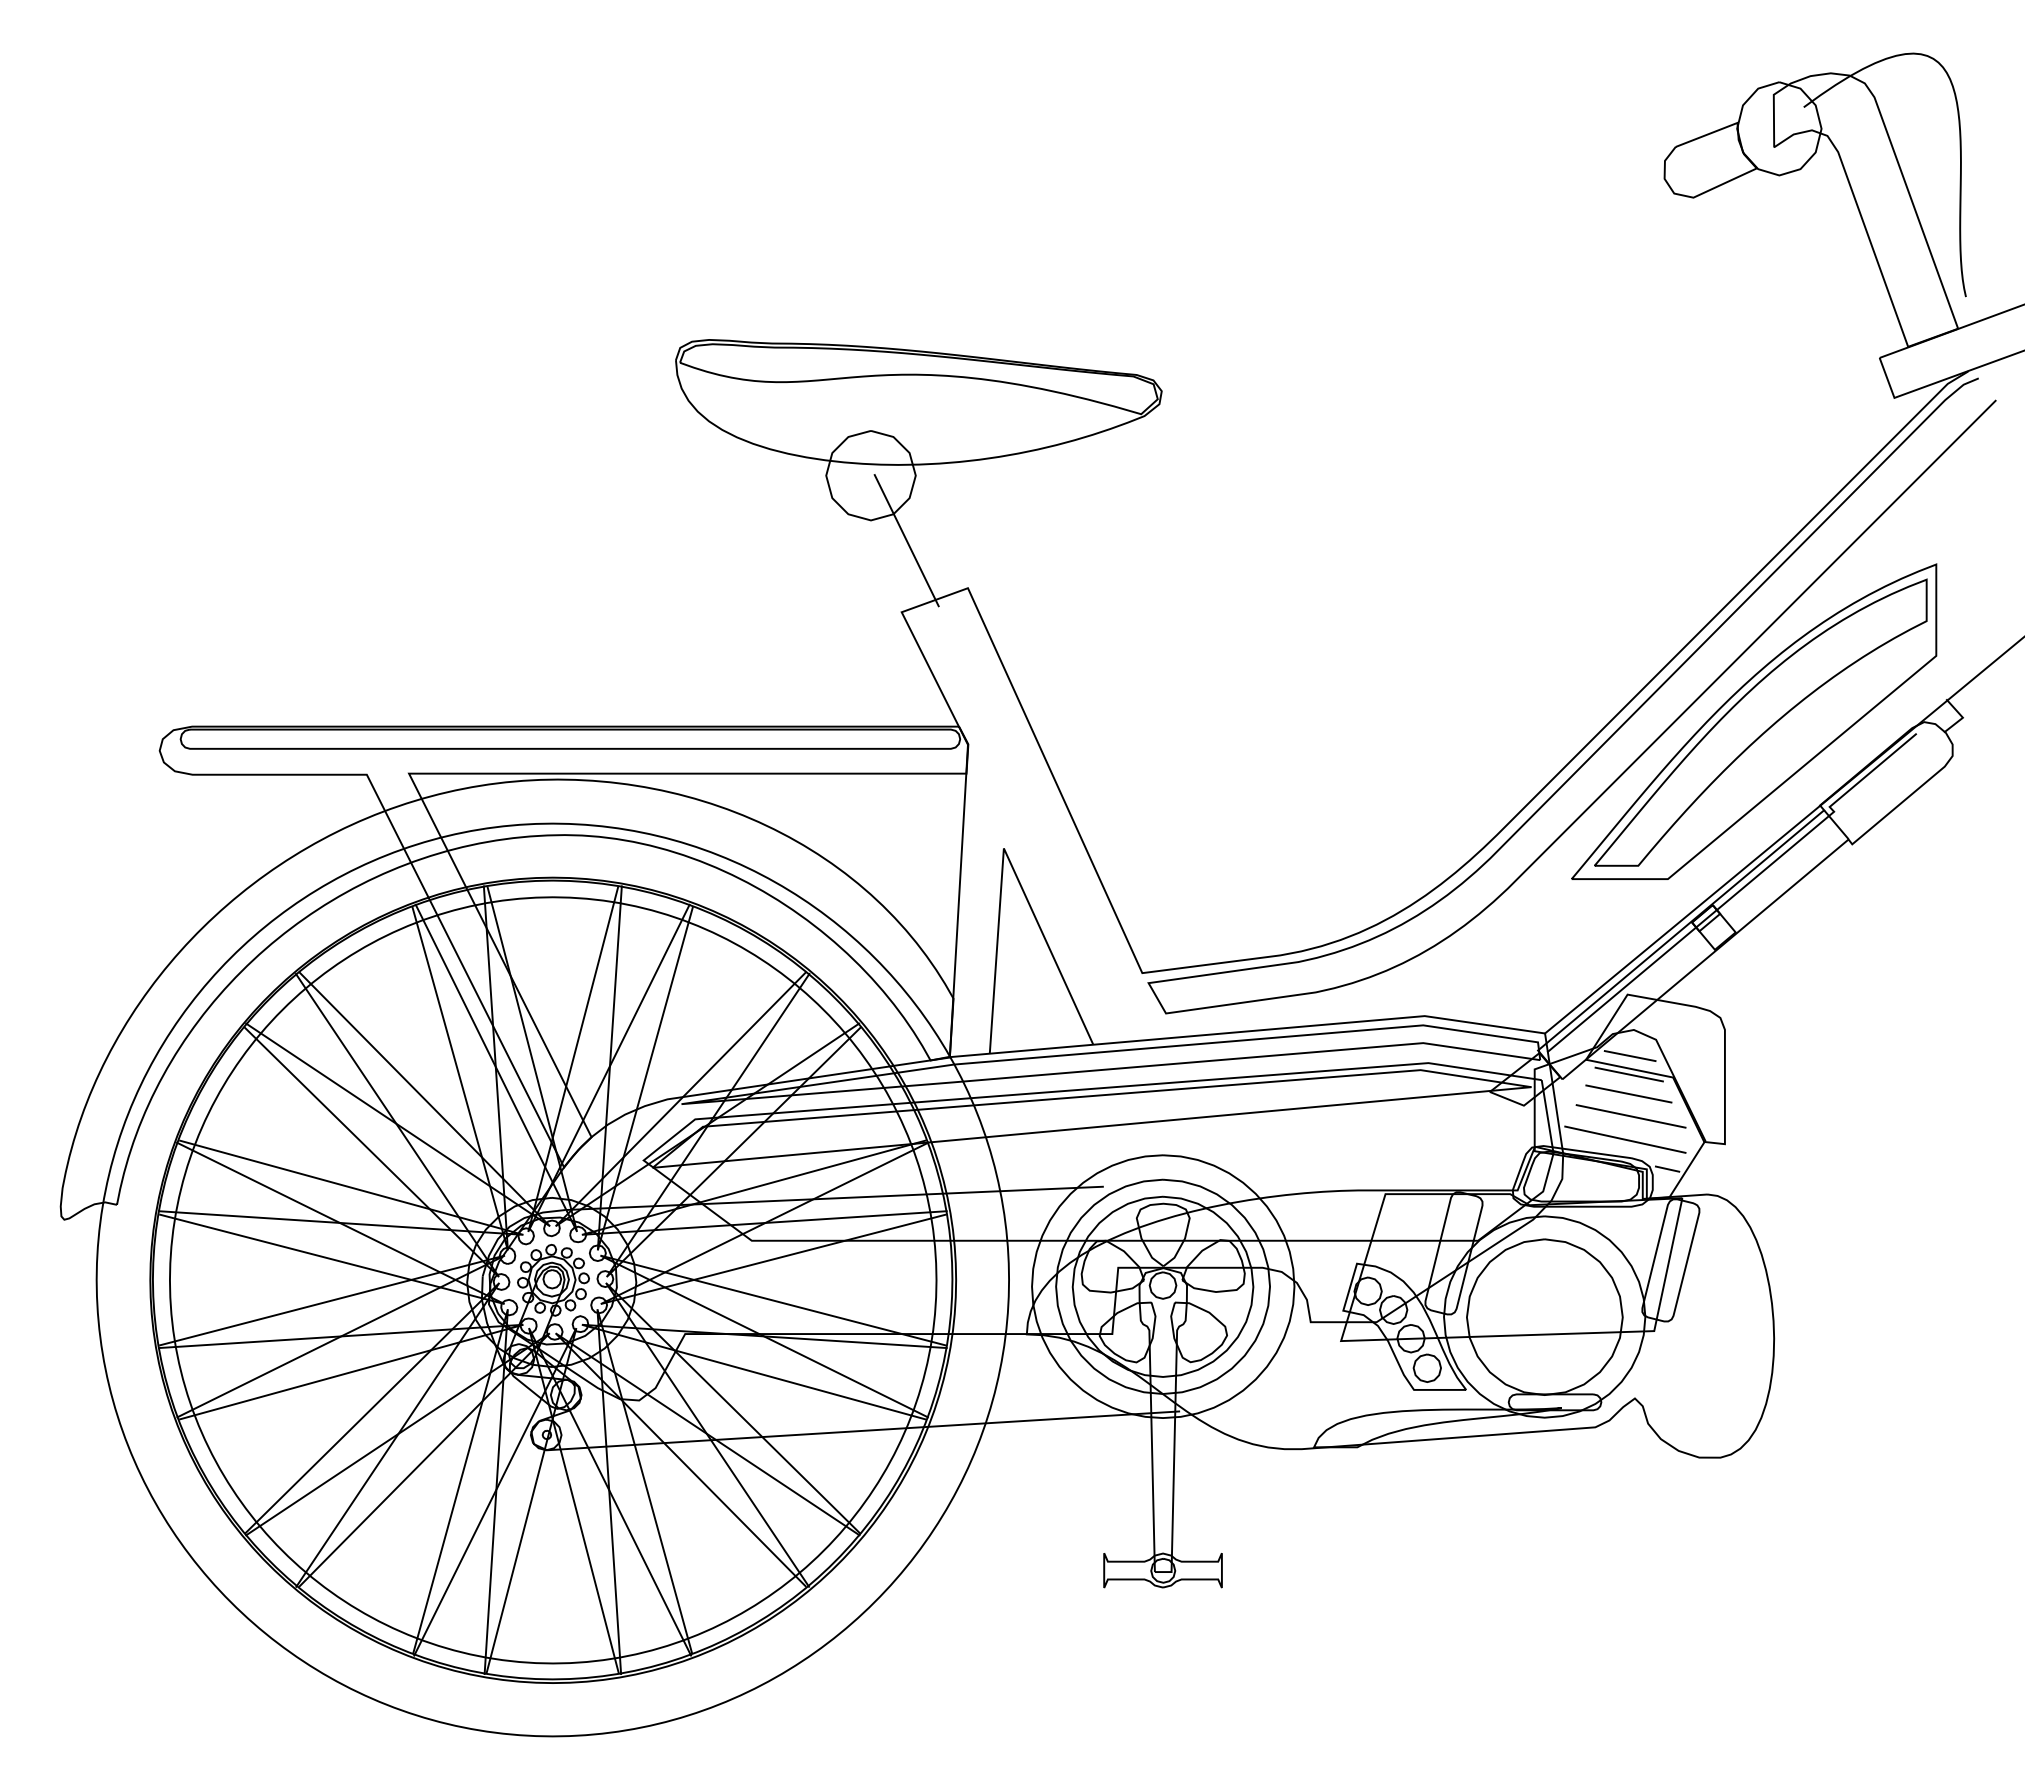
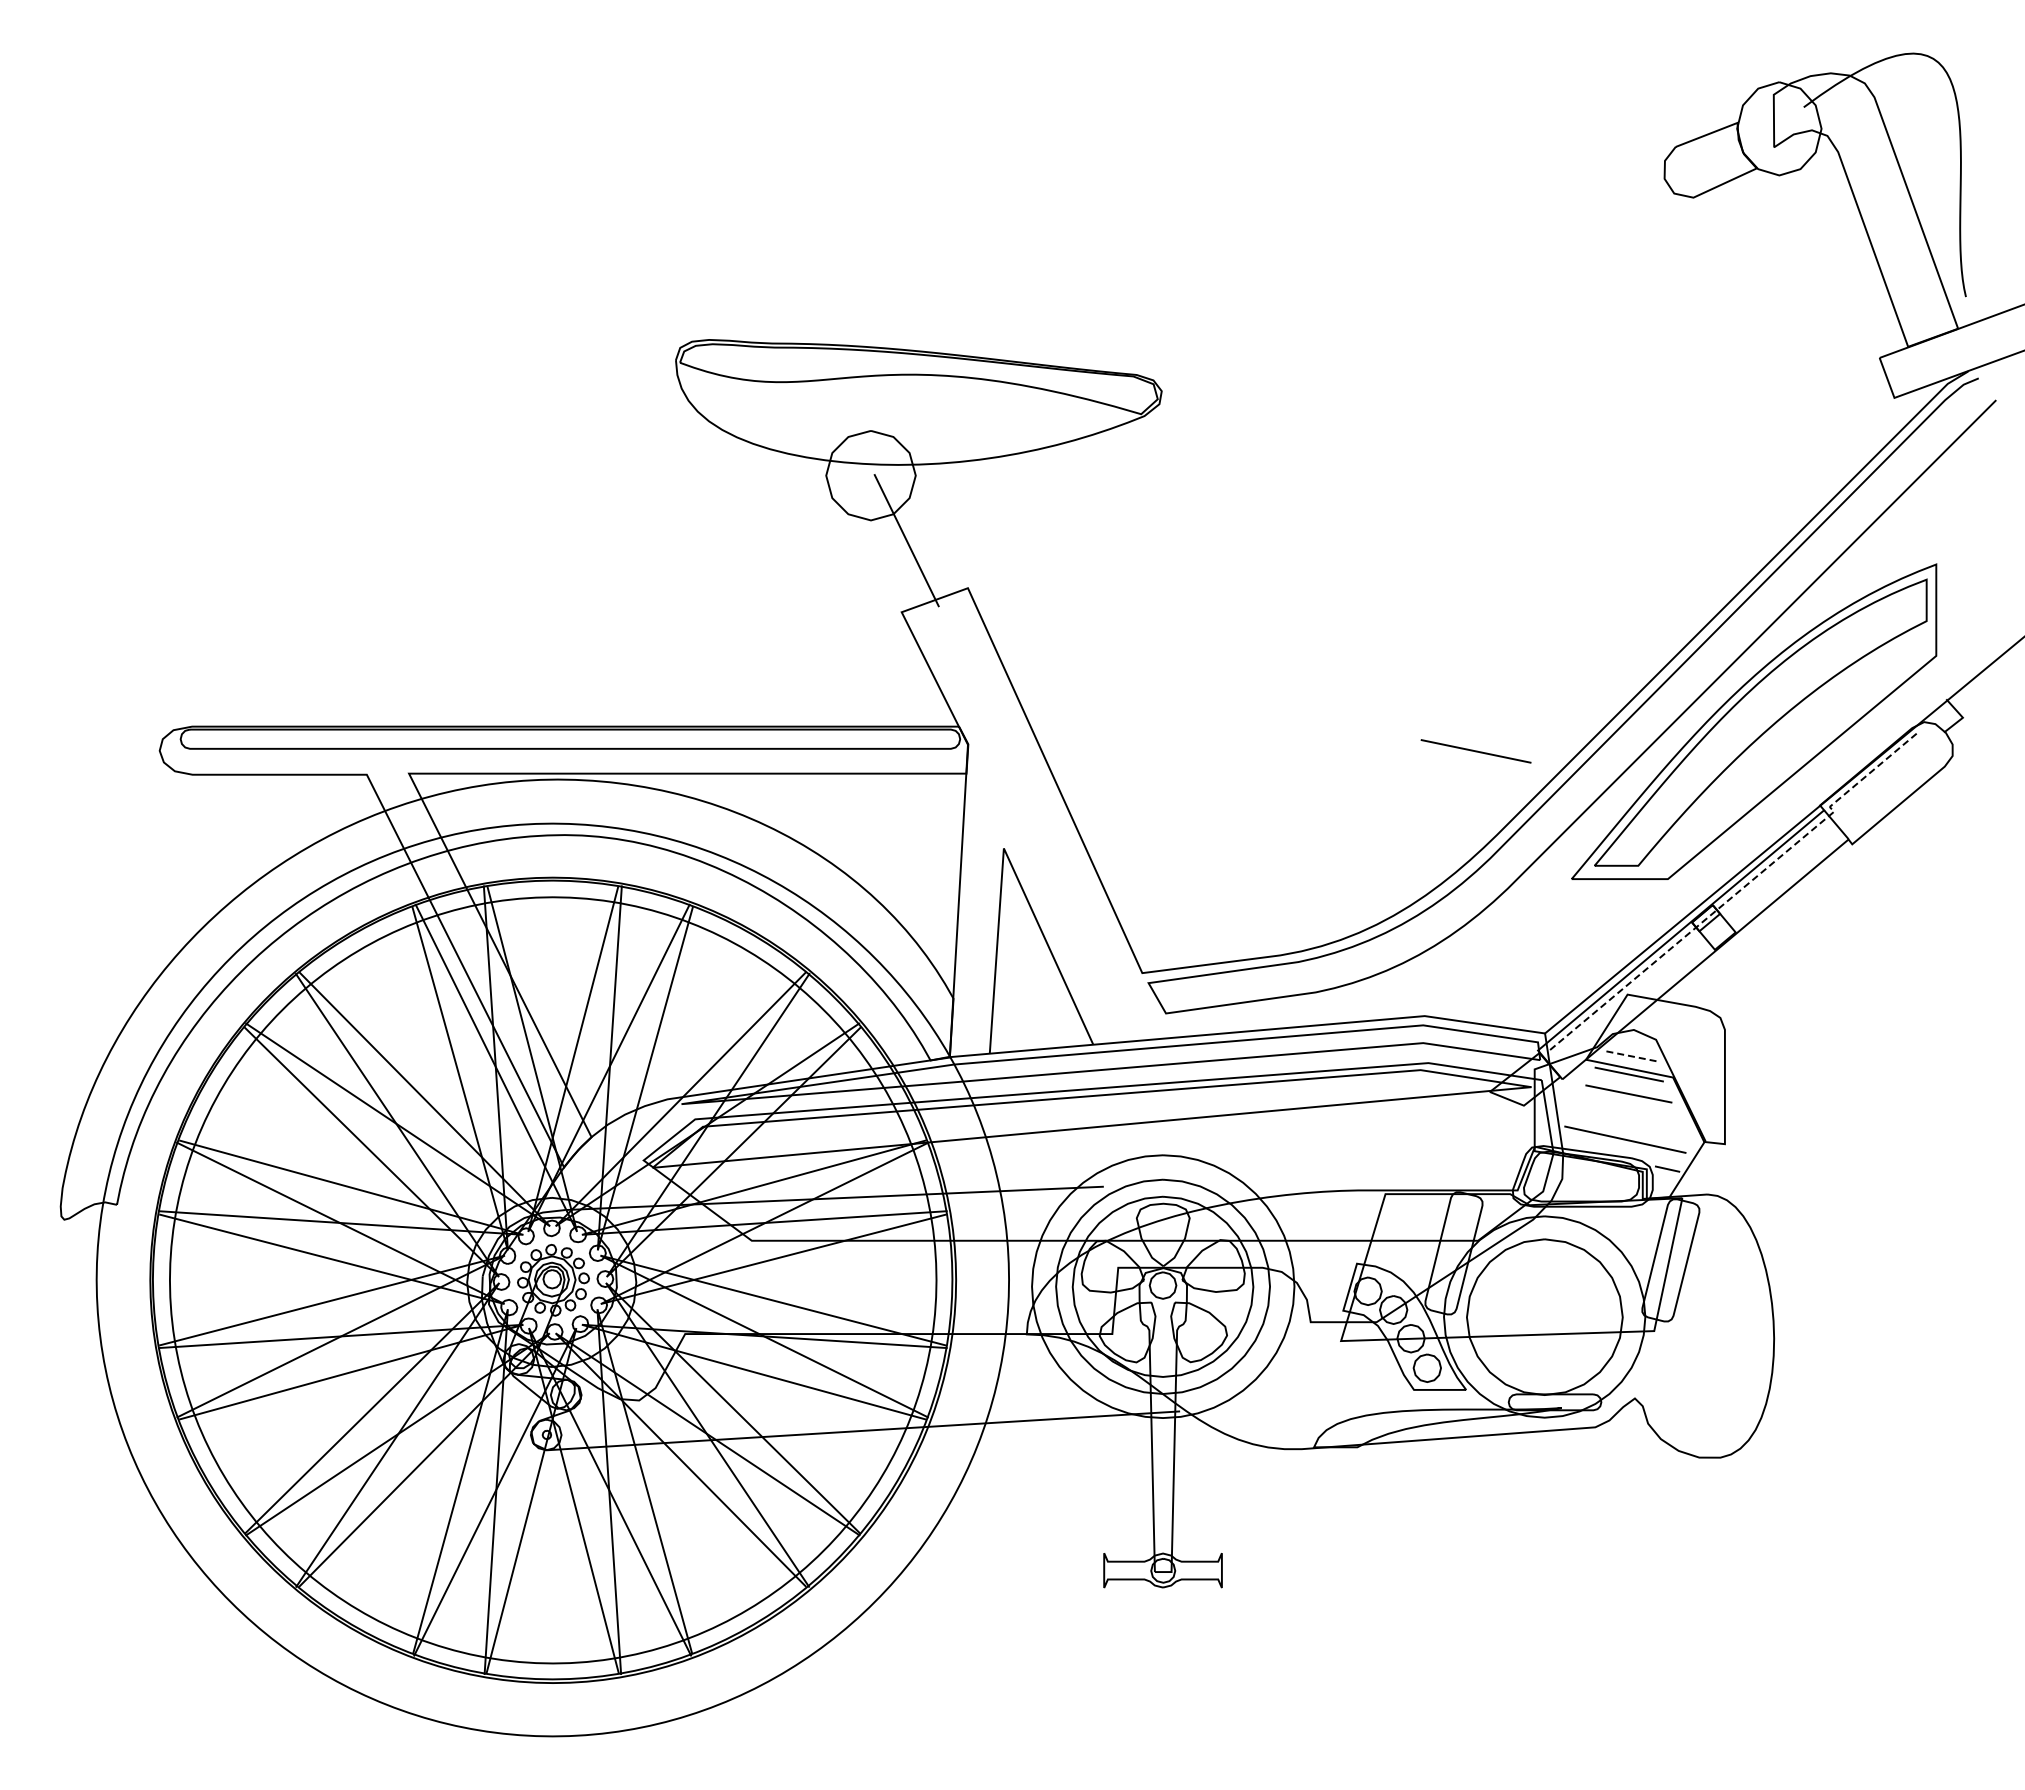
line at (1737, 892): solid -> dashed
line at (1630, 1056): solid -> dashed
line at (1630, 1116) position: (1630, 1116) -> (1475, 751)
